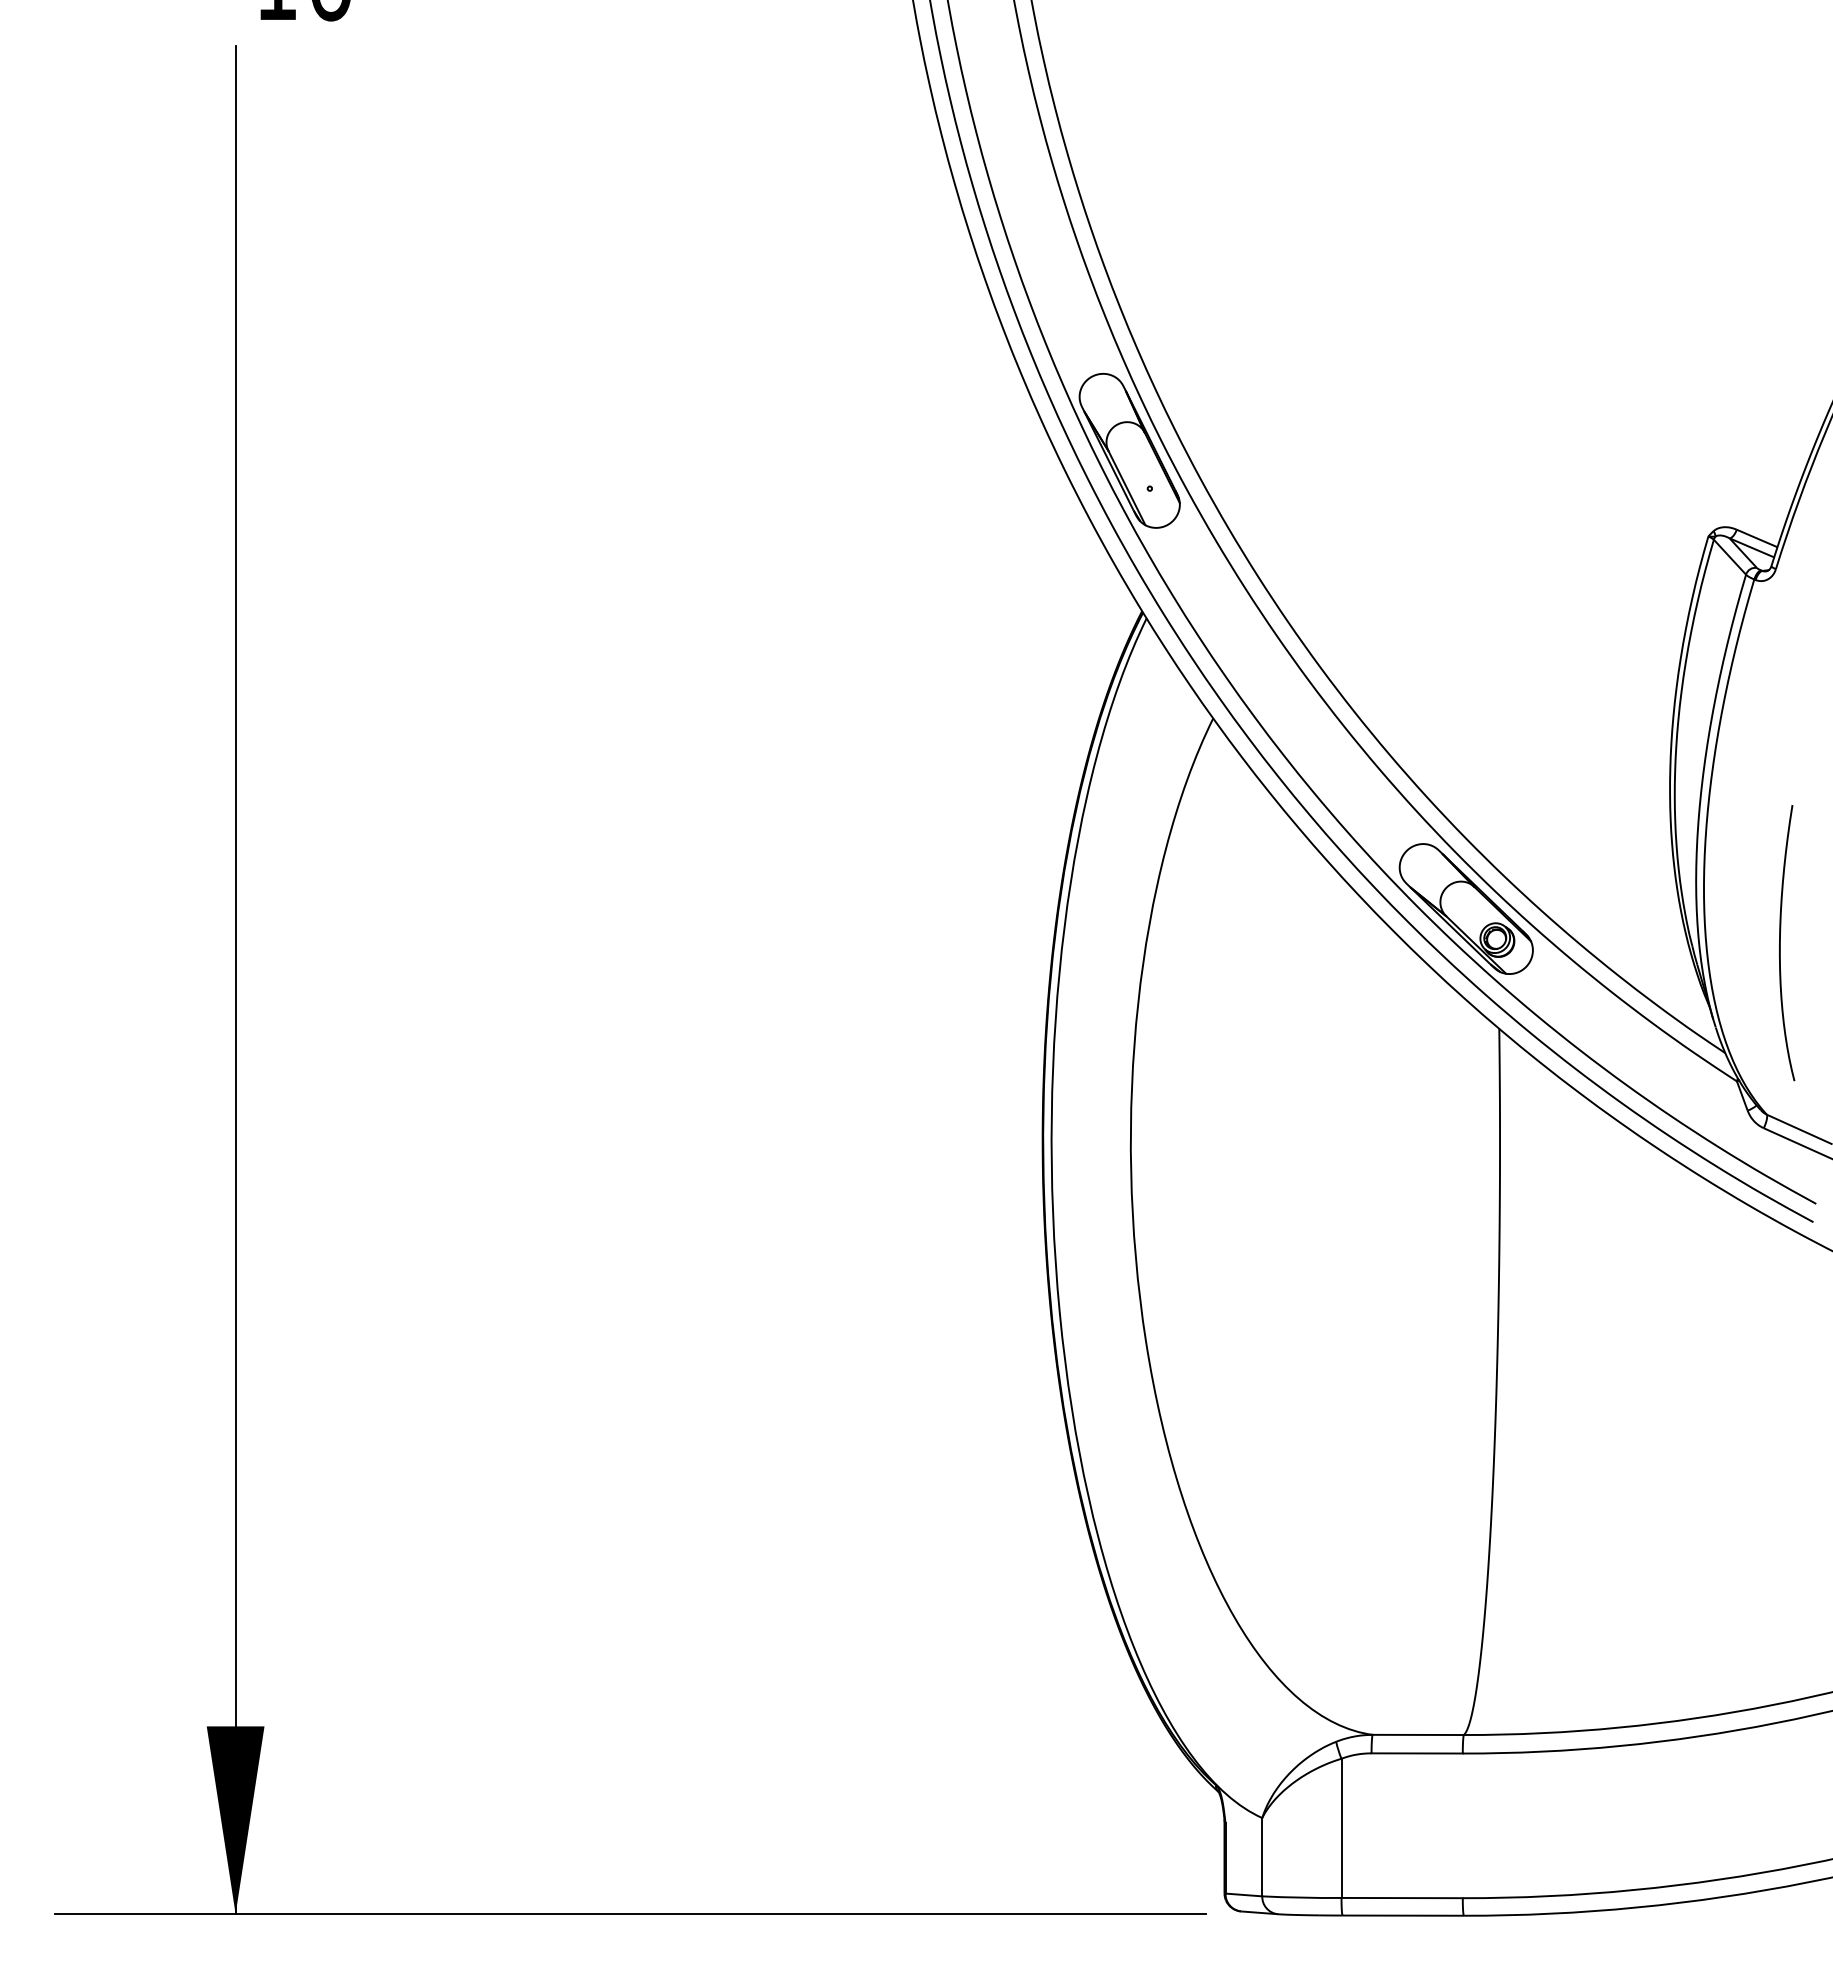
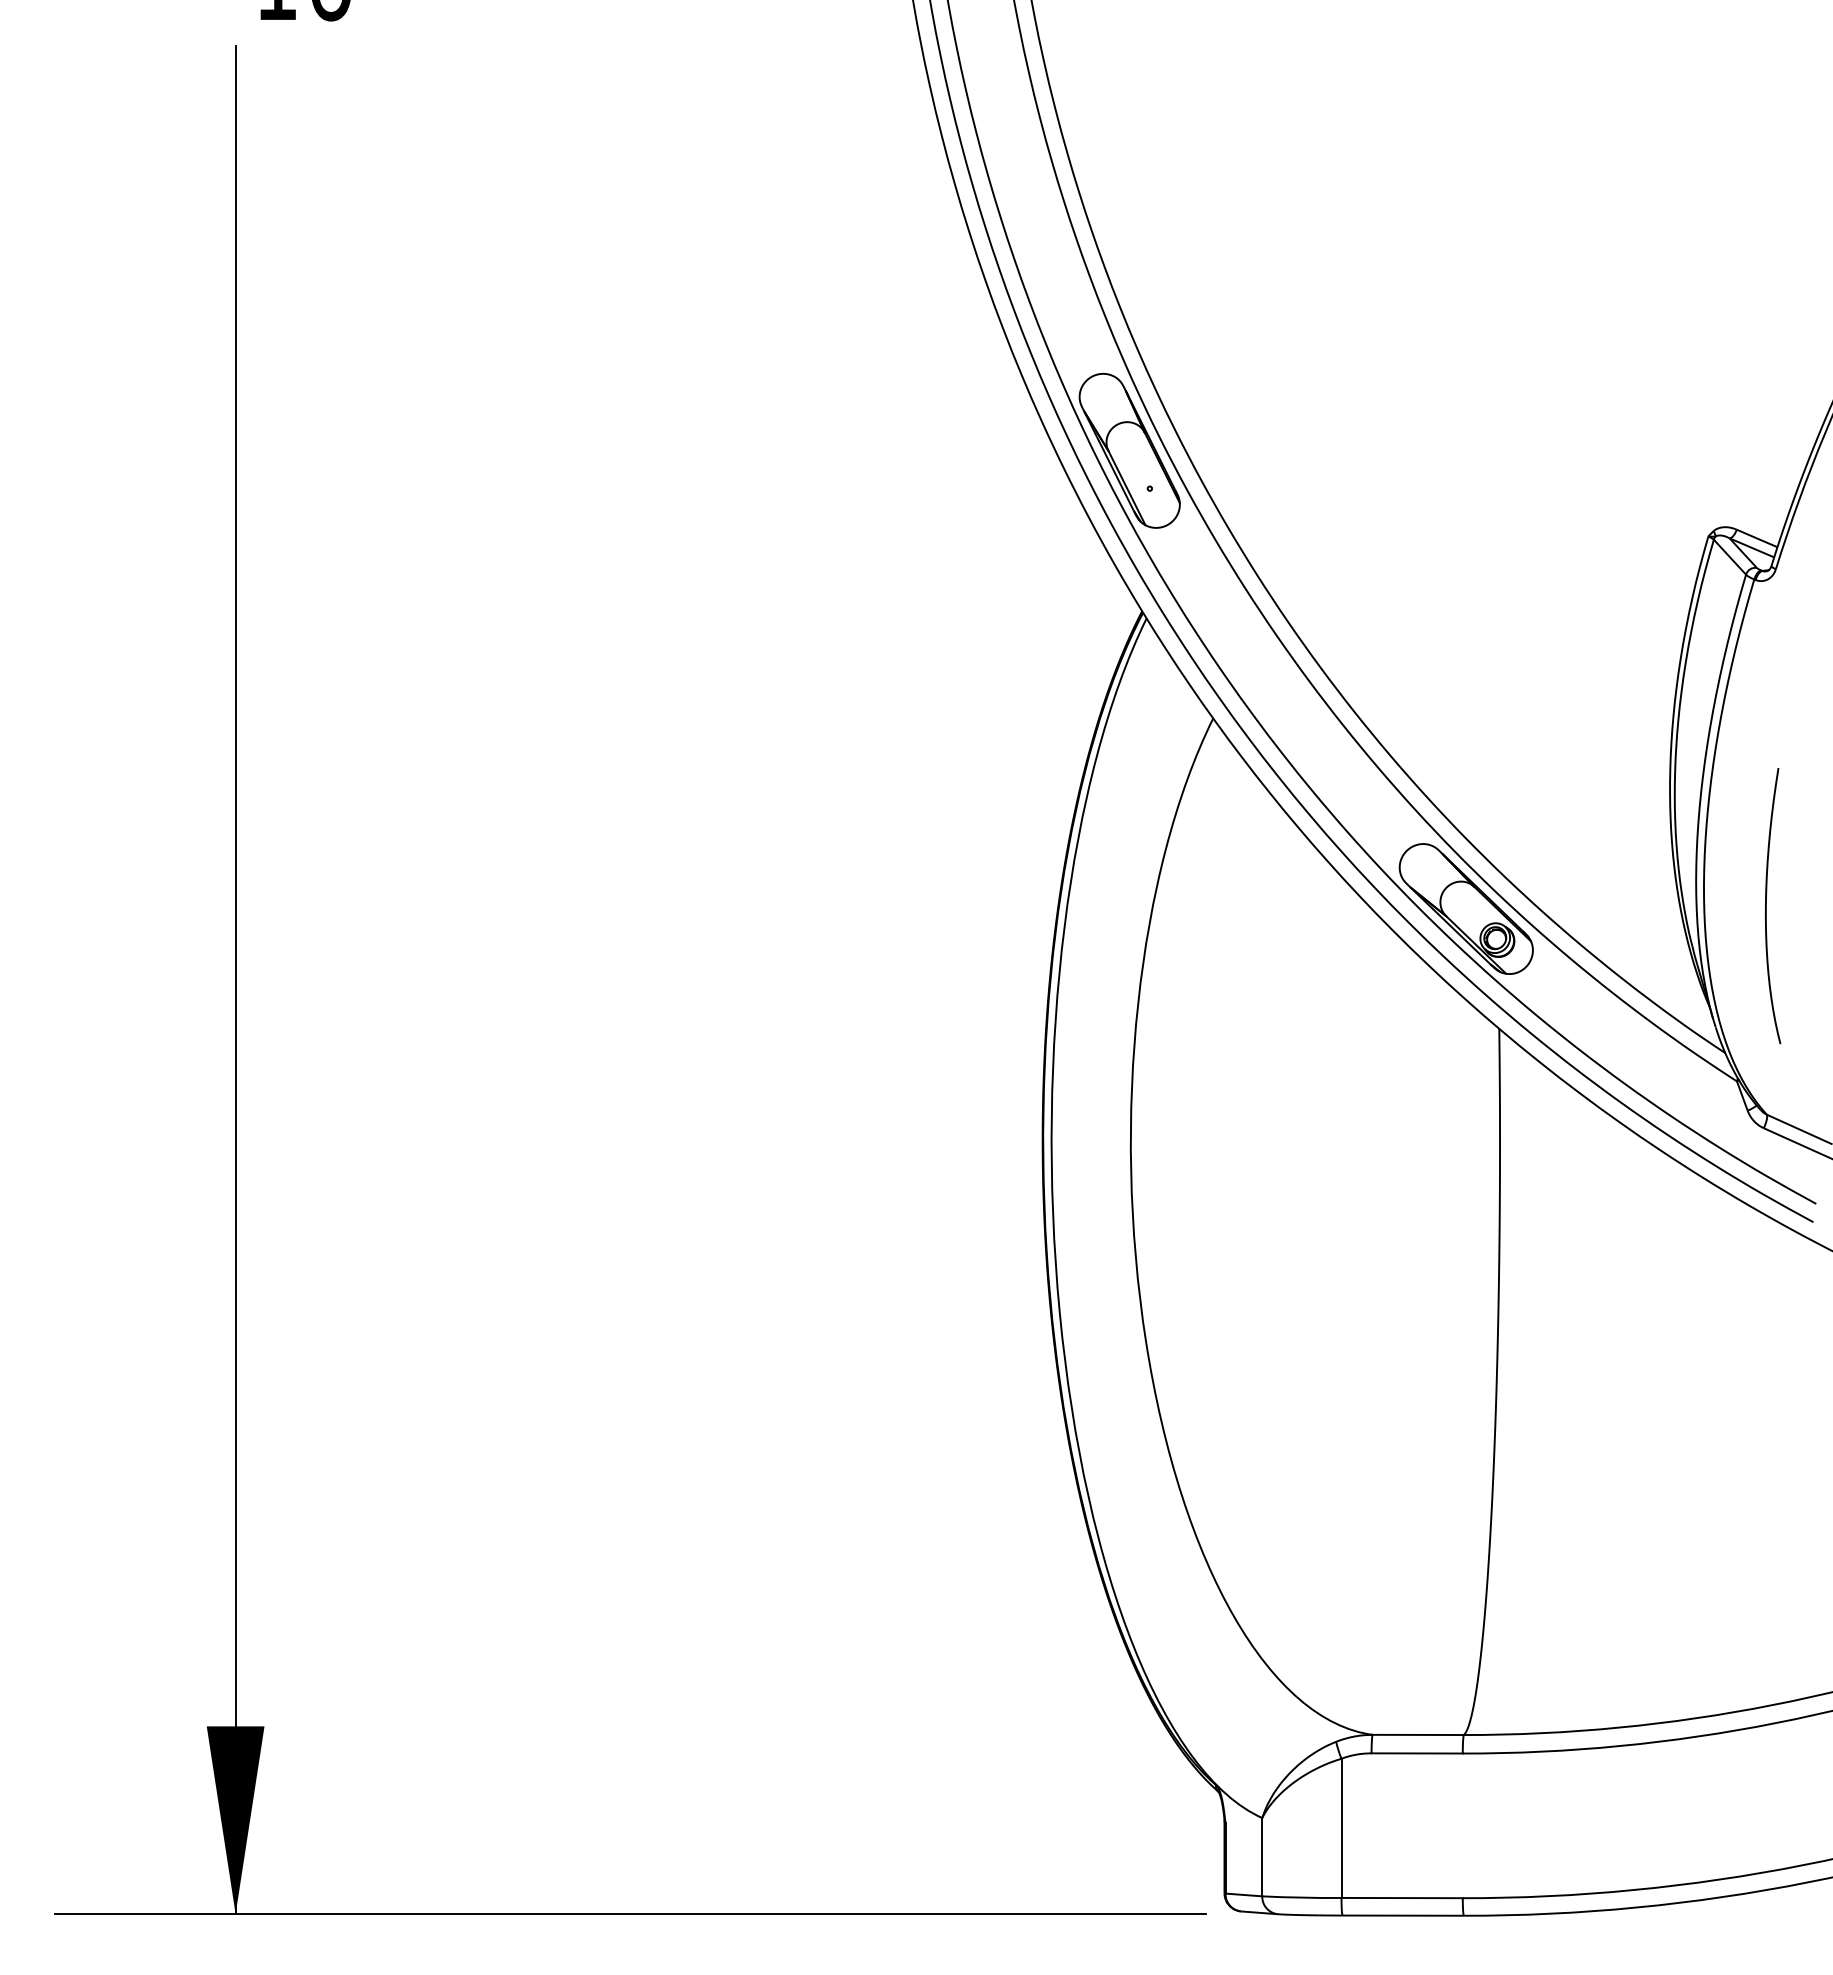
curve at (1780, 943) position: (1780, 943) -> (1766, 906)
